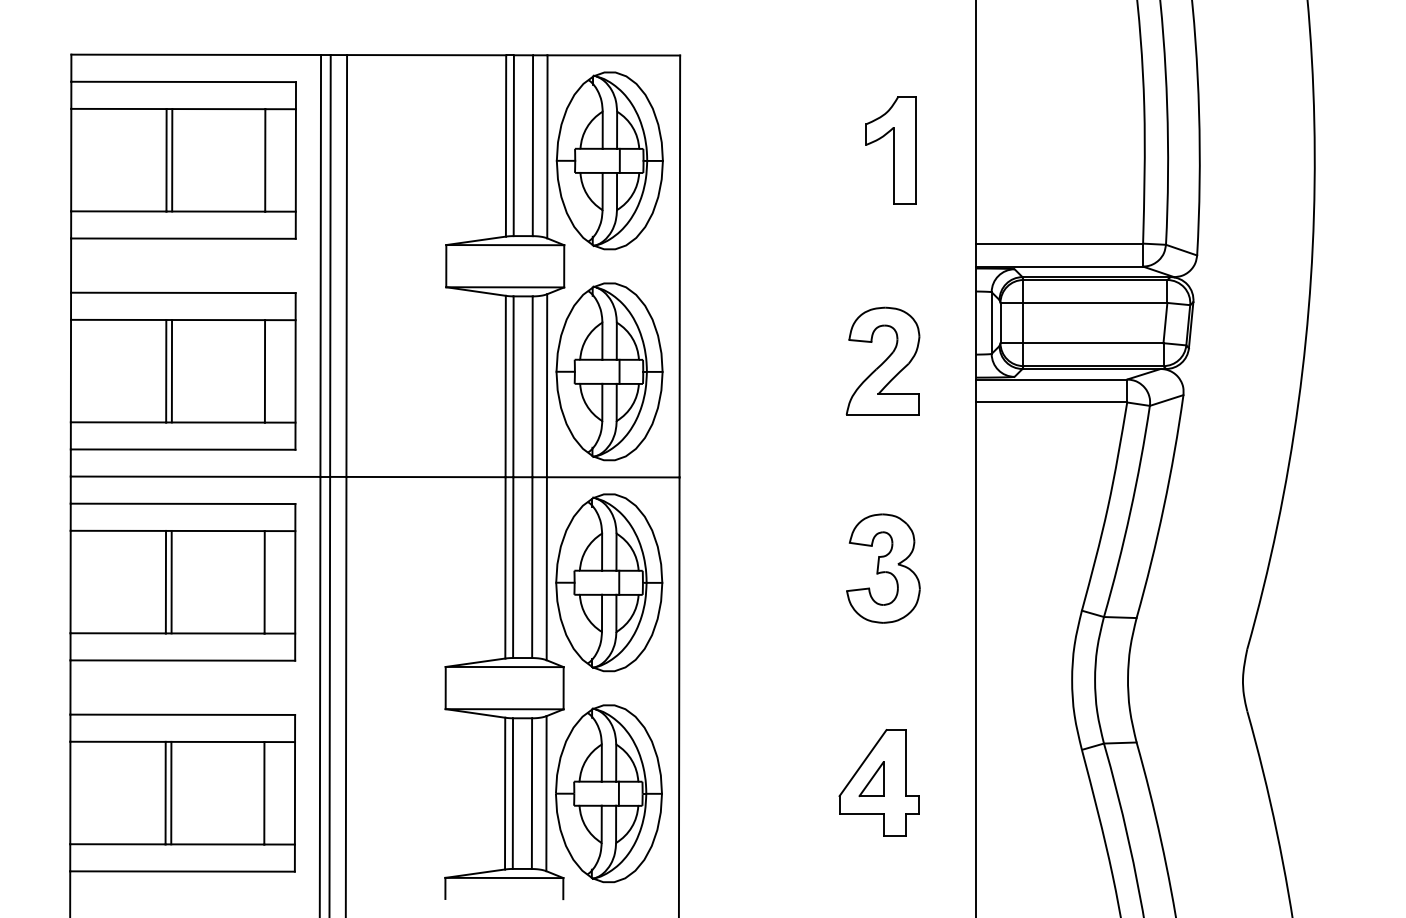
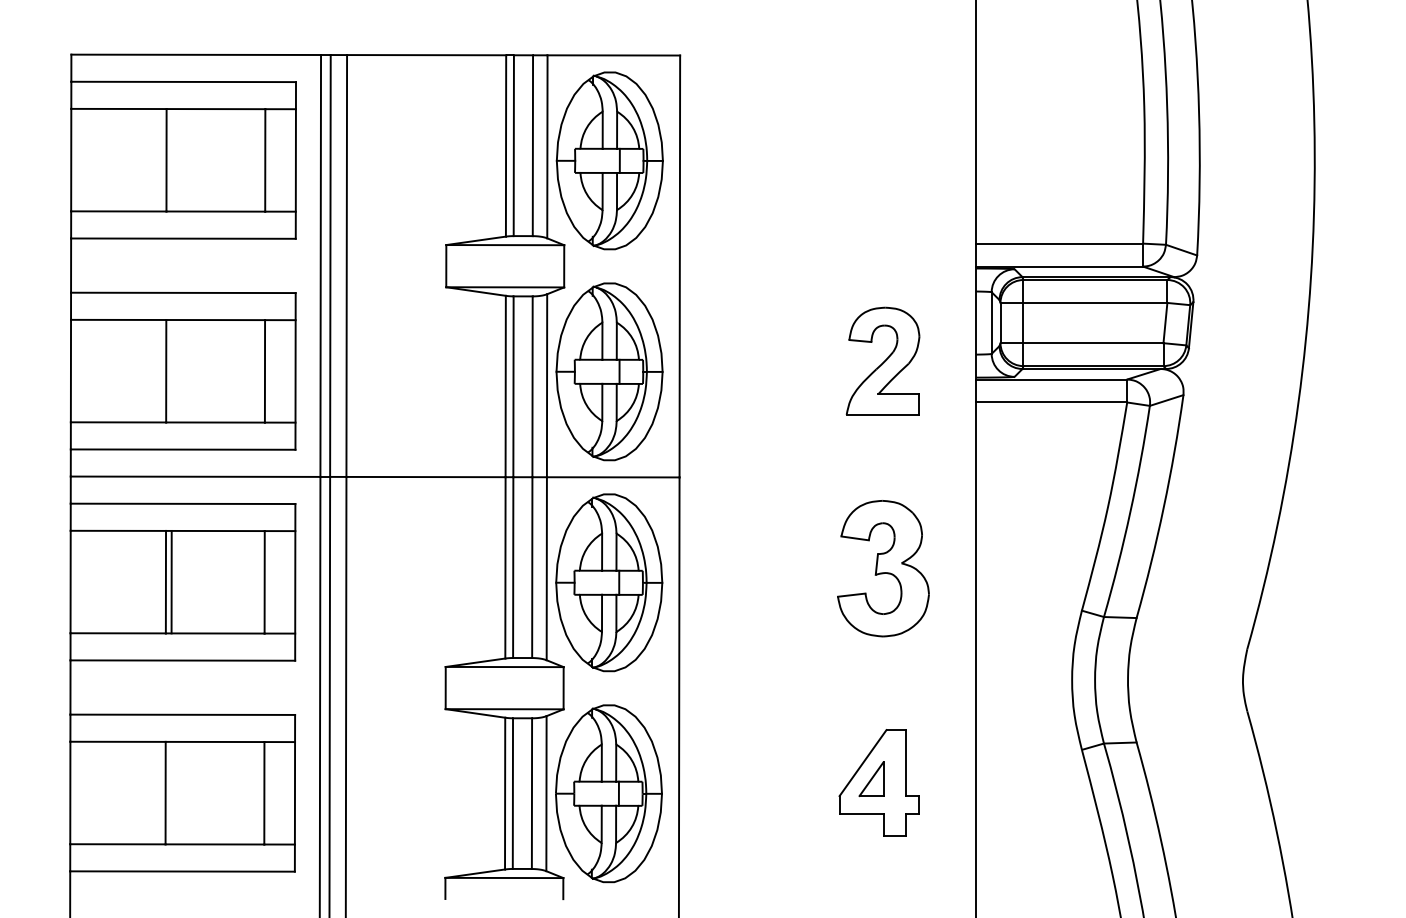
part at (890, 150): present -> none
line at (172, 160): present -> none
line at (171, 370): present -> none
part at (883, 568) size: 75x111 px -> 93x138 px
line at (171, 792): present -> none
